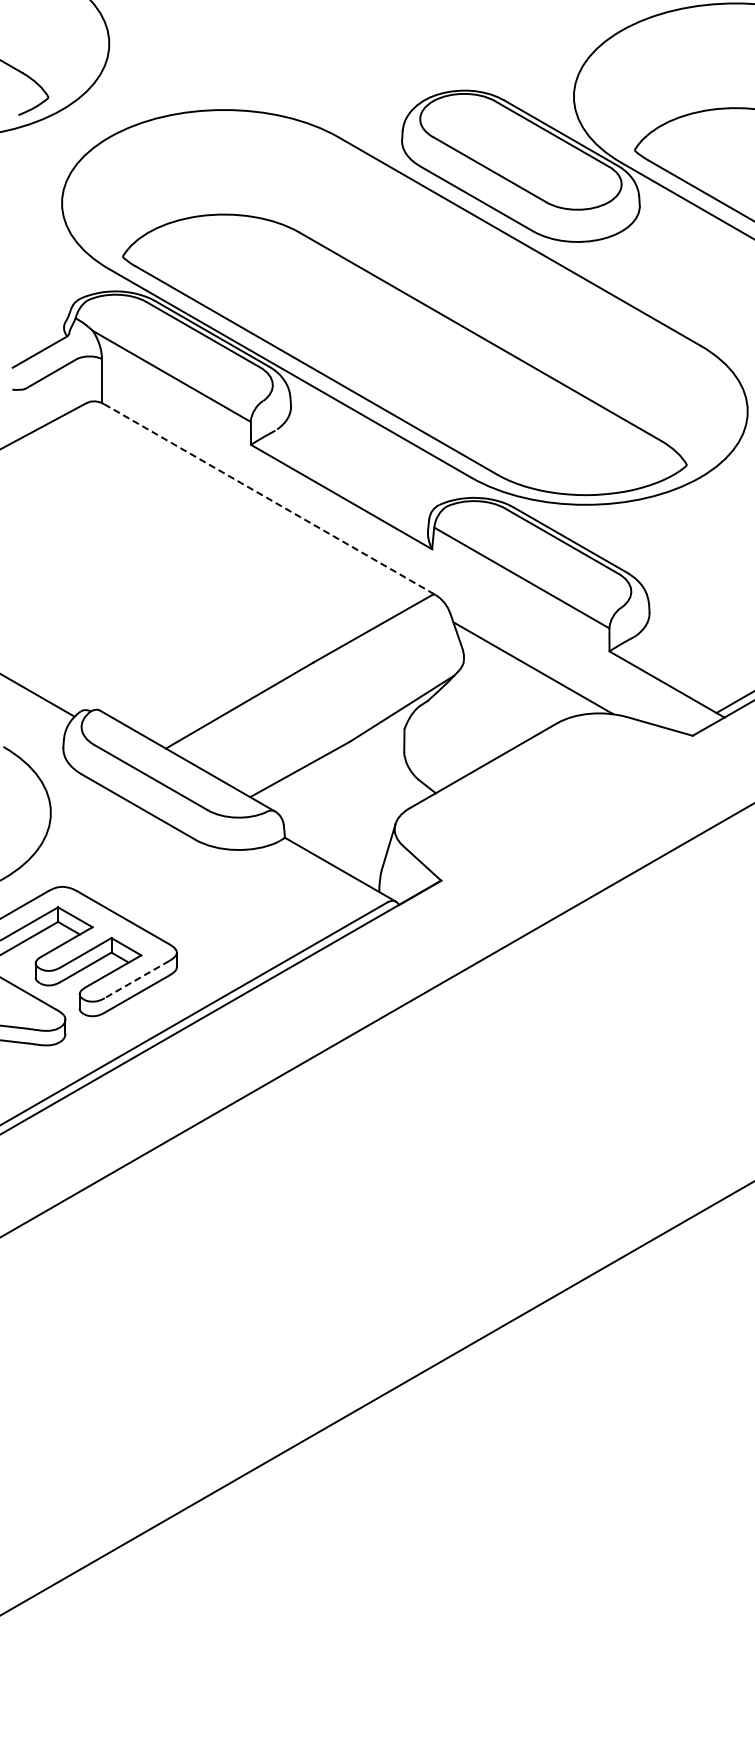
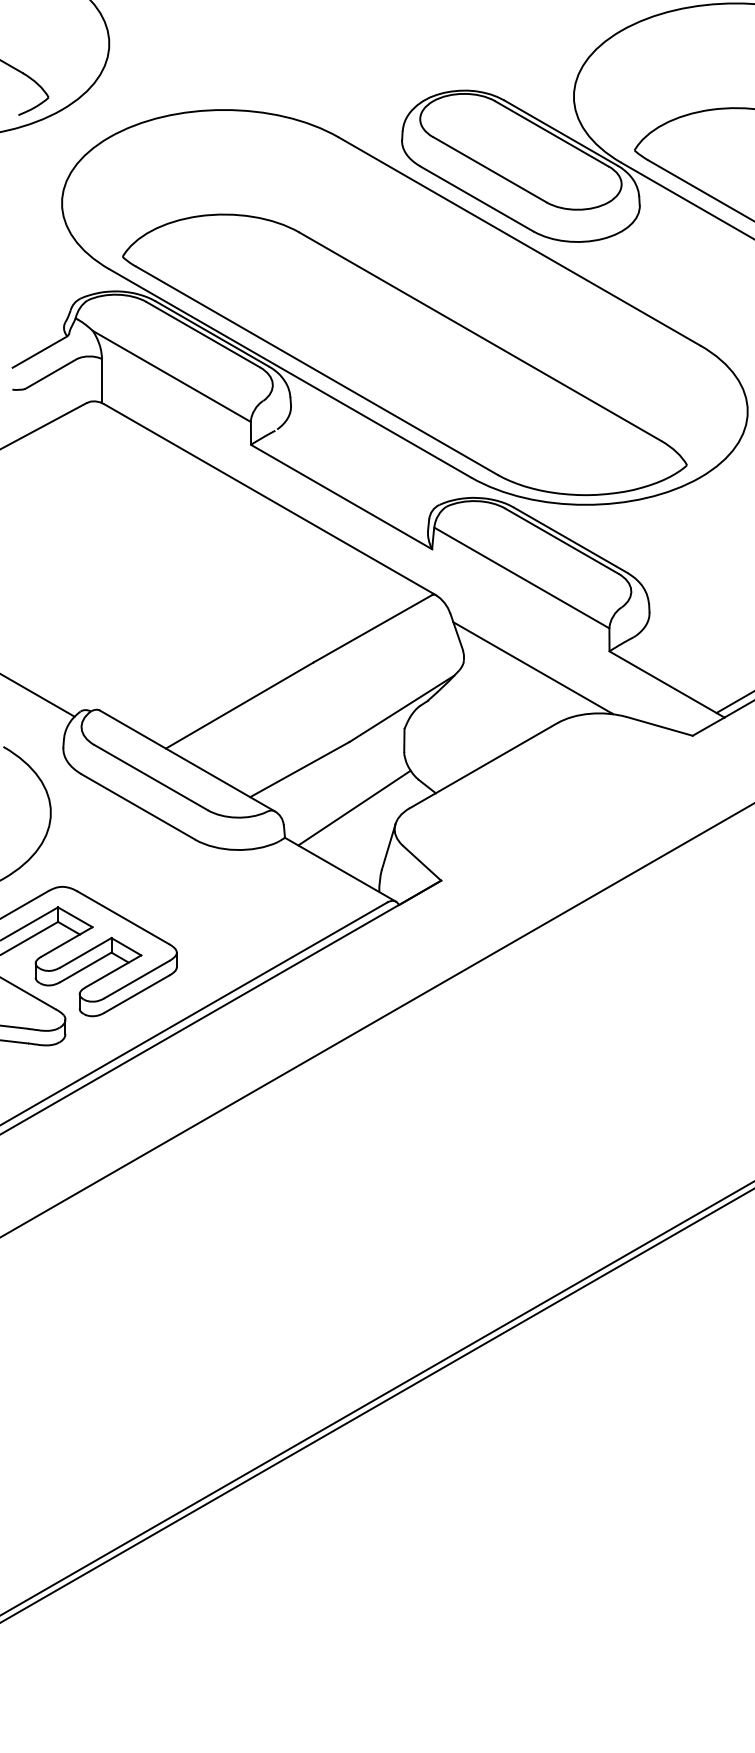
line at (270, 499): dashed -> solid
line at (354, 807): none -> present
line at (136, 979): dashed -> solid
line at (376, 1405): none -> present
